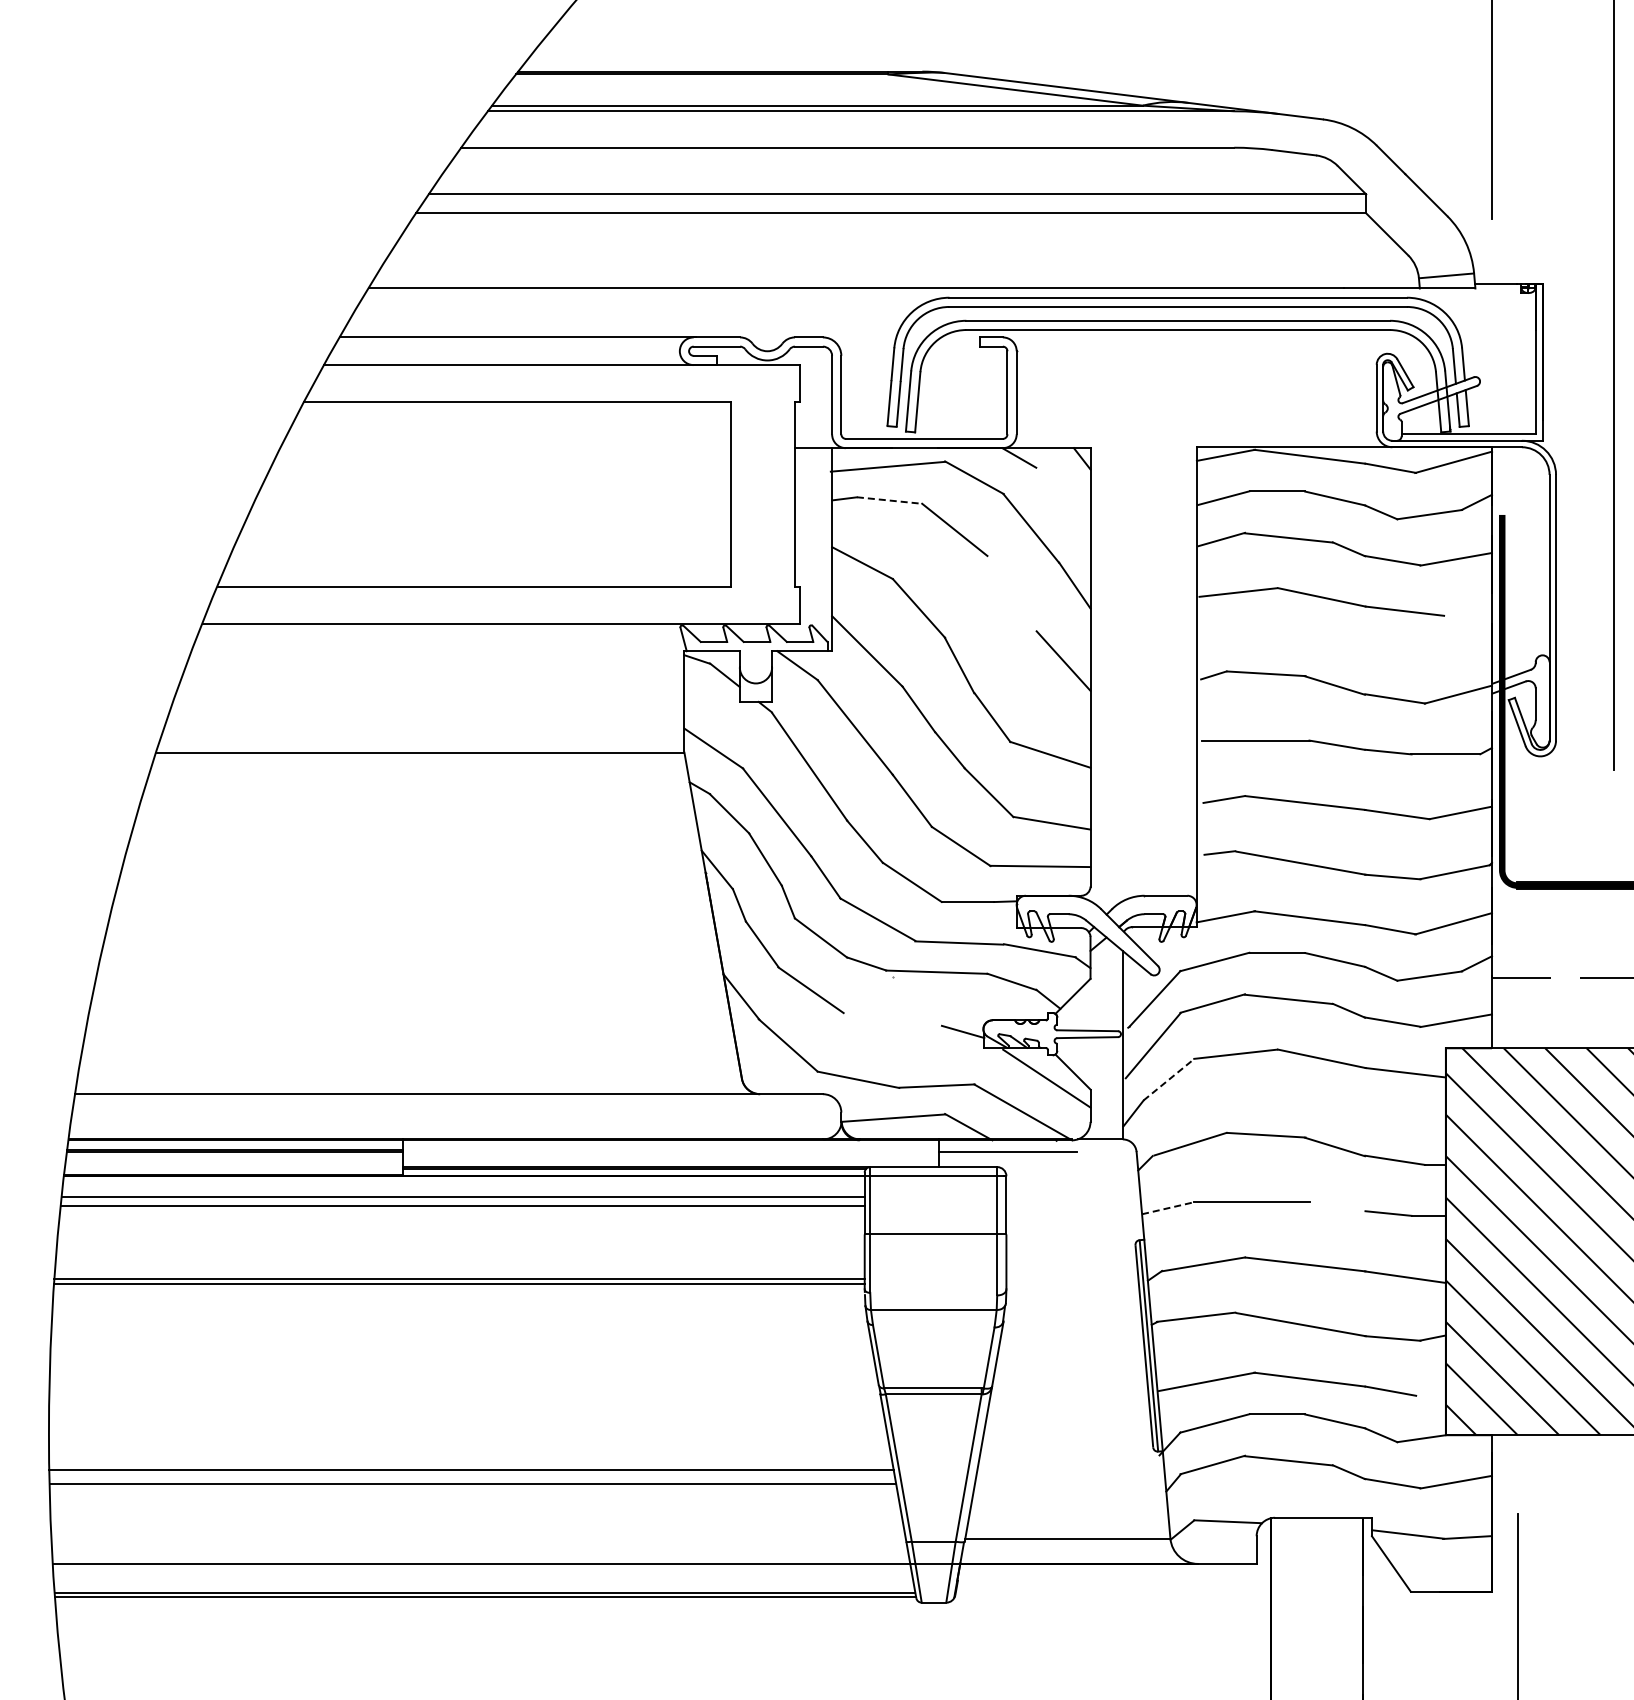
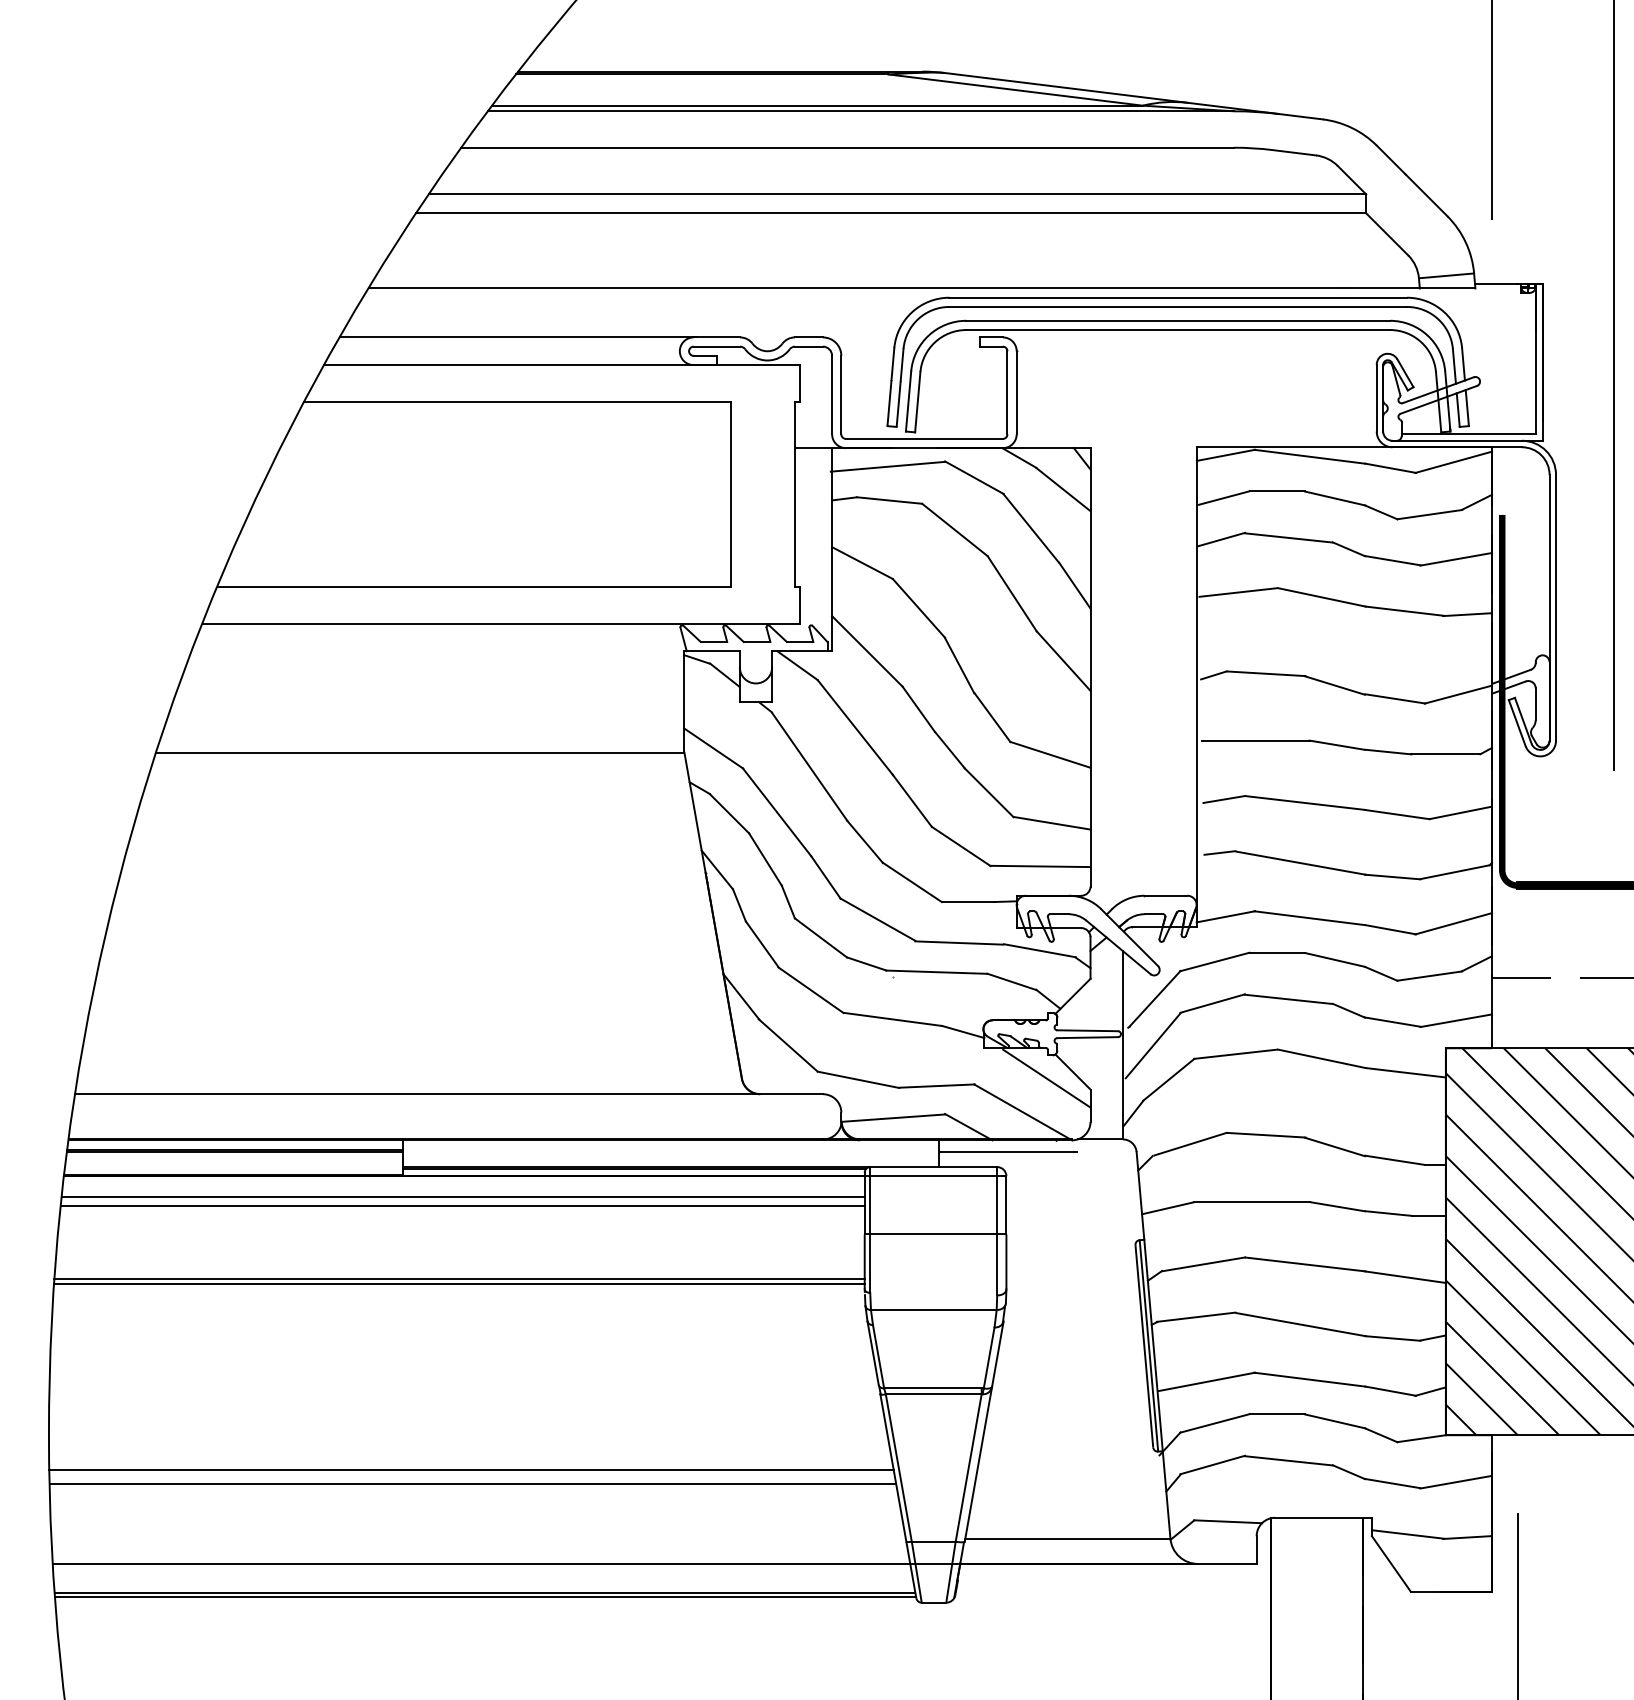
line at (1063, 489): none -> present
line at (889, 500): dashed -> solid
line at (1011, 593): none -> present
line at (1467, 614): none -> present
line at (893, 1018): none -> present
line at (1168, 1079): dashed -> solid
line at (1336, 1206): none -> present
line at (1168, 1208): dashed -> solid
line at (1430, 1391): none -> present
